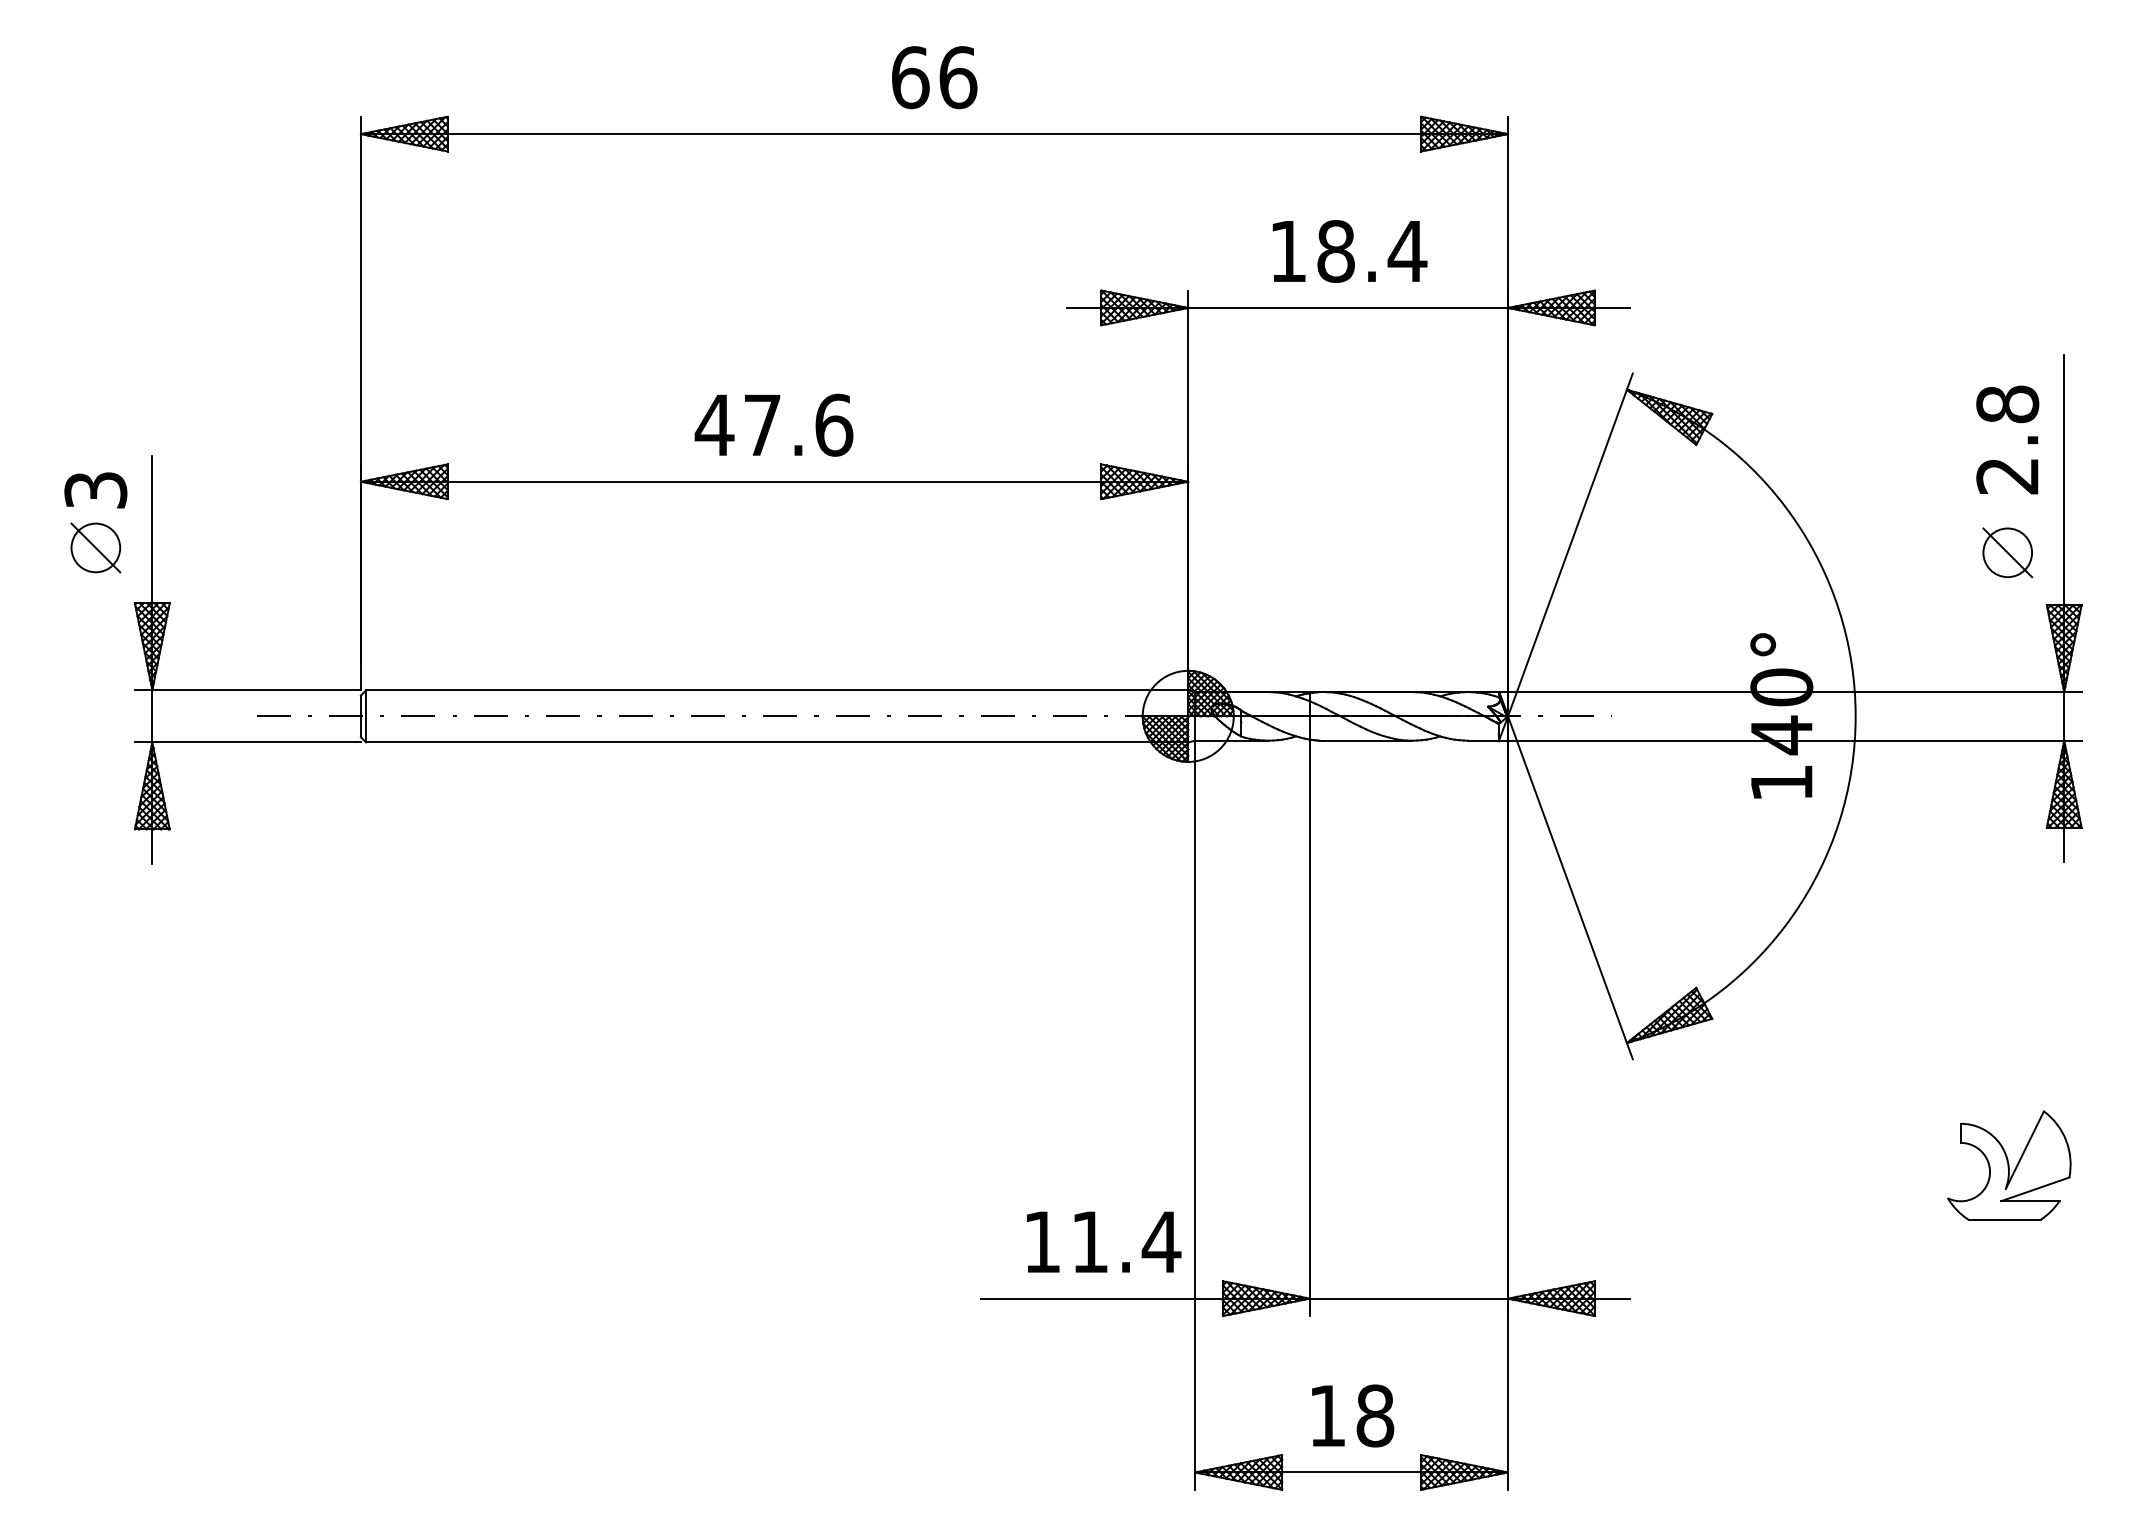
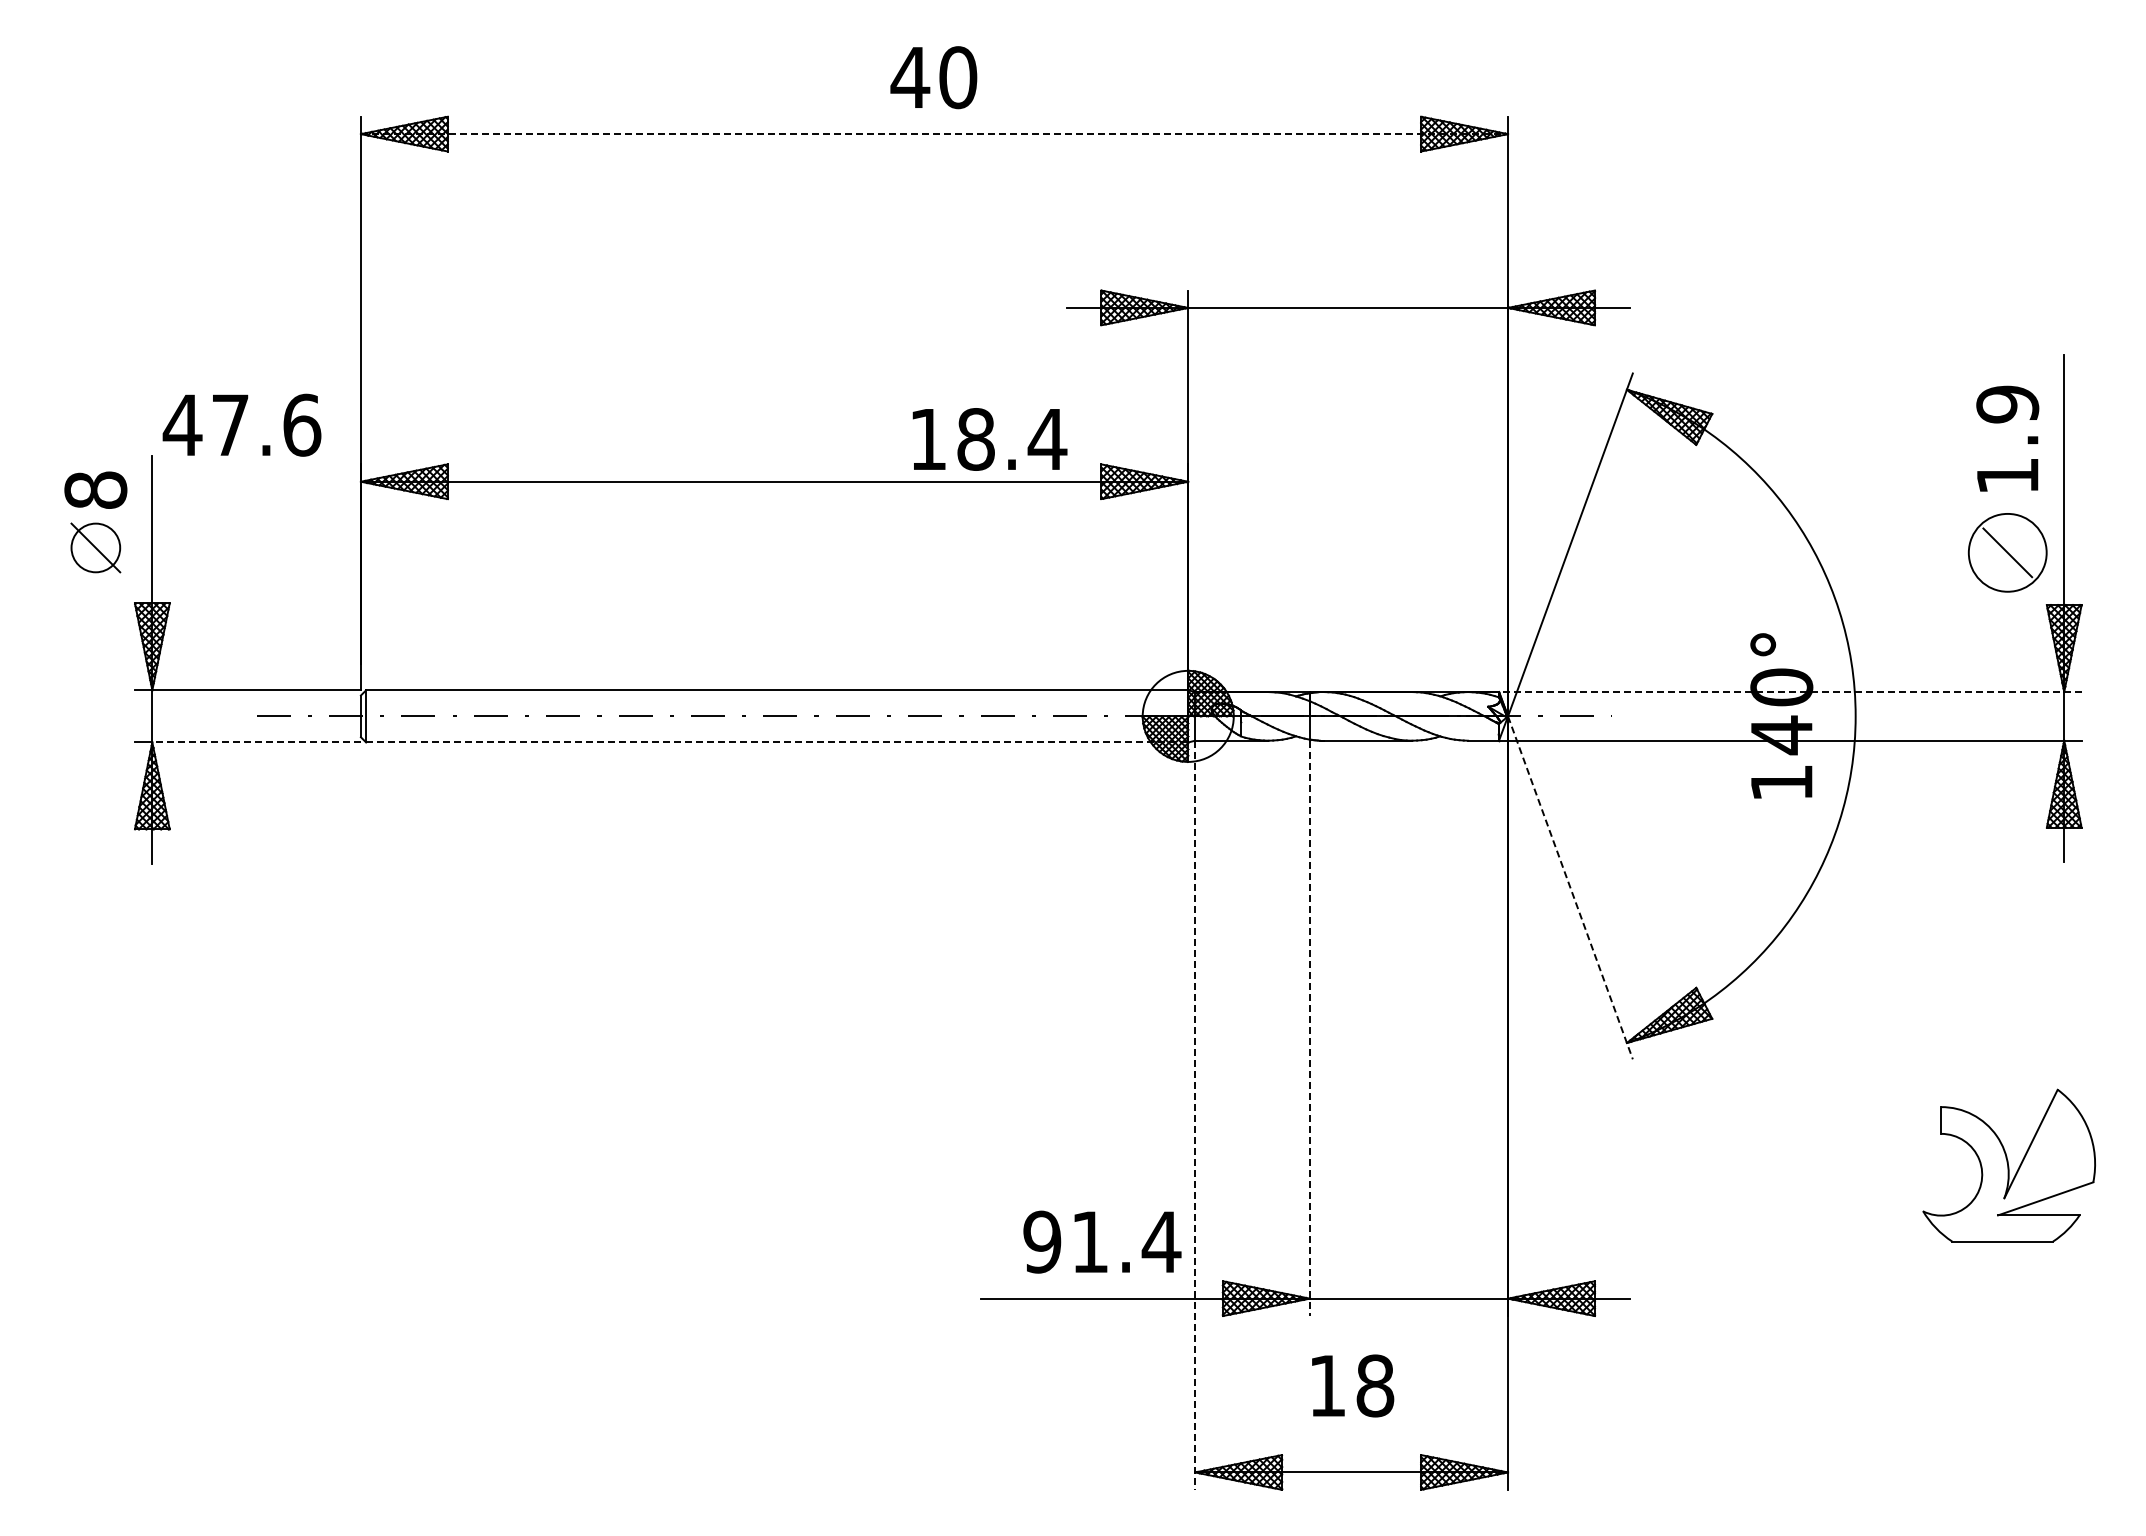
text at (933, 77): 66 -> 40
line at (934, 134): solid -> dashed
text at (1349, 251) position: (1349, 251) -> (989, 439)
text at (773, 424) position: (773, 424) -> (241, 424)
text at (2007, 439): 2.8 -> 1.9
text at (95, 489): 3 -> 8
circle at (2007, 552) diameter: 49 px -> 78 px
line at (1789, 692): solid -> dashed
line at (256, 742): solid -> dashed
line at (777, 742): solid -> dashed
line at (1570, 888): solid -> dashed
line at (1309, 1028): solid -> dashed
line at (1195, 1115): solid -> dashed
part at (2009, 1165) size: 125x111 px -> 174x155 px
text at (1042, 1241): 11.4 -> 91.4
text at (1353, 1415) position: (1353, 1415) -> (1353, 1385)
